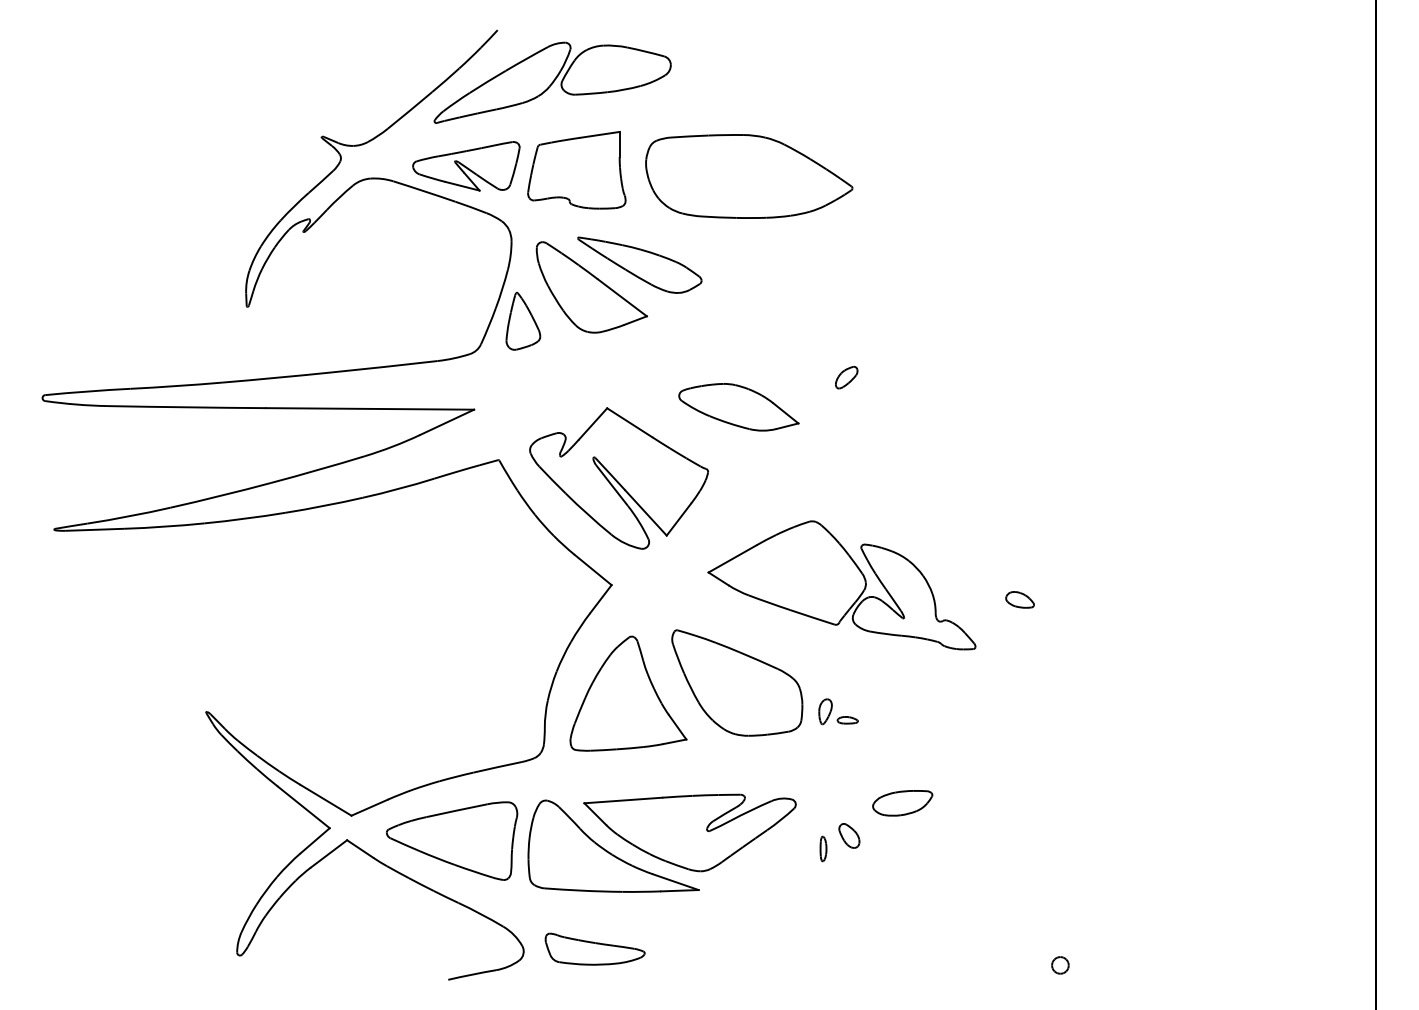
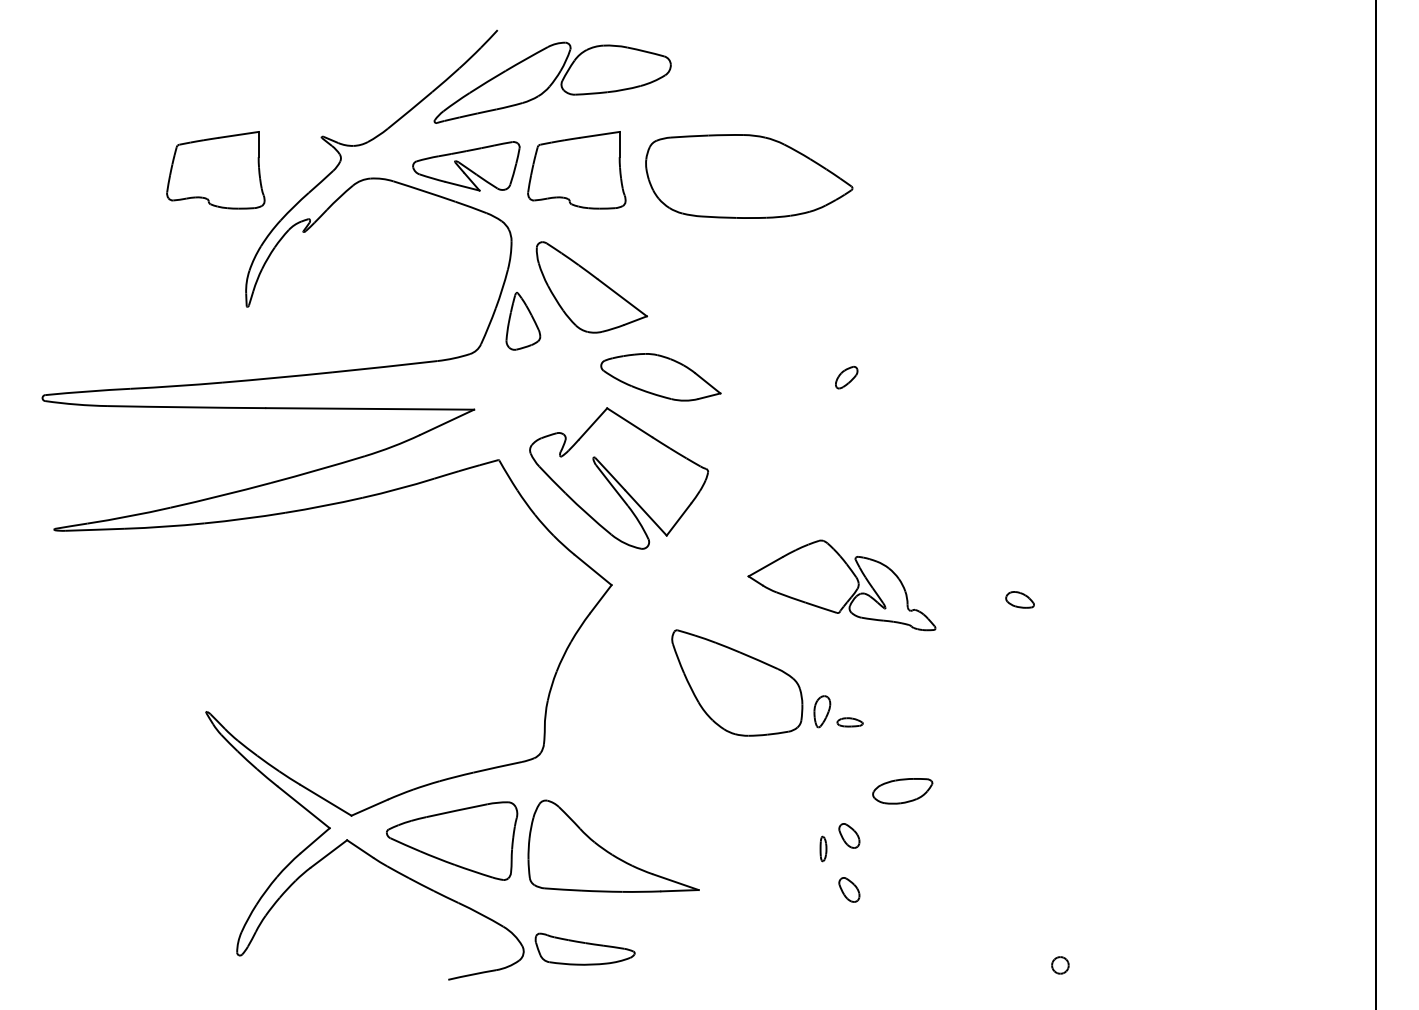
part at (215, 170): none -> present
part at (639, 264): present -> none
part at (738, 407) position: (738, 407) -> (660, 377)
part at (841, 585) size: 270x131 px -> 190x93 px
part at (628, 693): present -> none
part at (838, 711) size: 41x28 px -> 51x34 px
part at (902, 803) position: (902, 803) -> (902, 791)
part at (689, 832): present -> none
part at (849, 889): none -> present
part at (594, 948) position: (594, 948) -> (584, 948)
